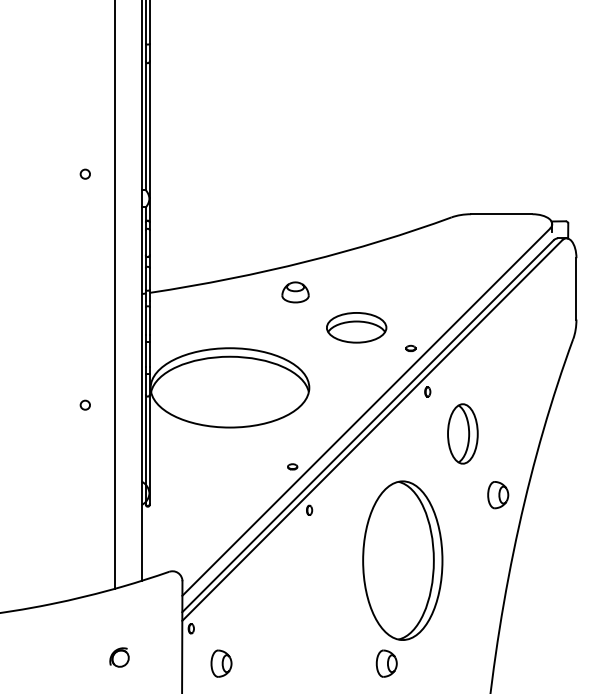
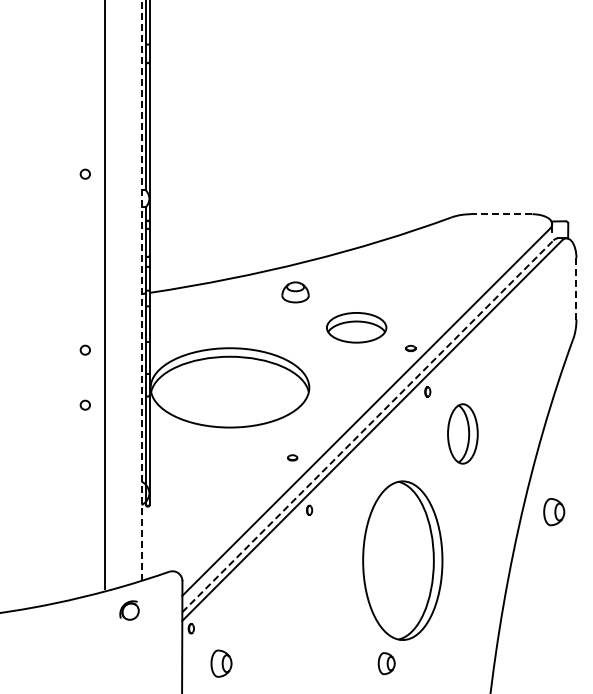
line at (501, 214): solid -> dashed
line at (576, 288): solid -> dashed
line at (141, 290): solid -> dashed
line at (115, 295) position: (115, 295) -> (105, 295)
part at (84, 349): none -> present
line at (367, 426): solid -> dashed
part at (292, 466) position: (292, 466) -> (292, 457)
part at (498, 495) position: (498, 495) -> (554, 512)
part at (119, 657) position: (119, 657) -> (129, 610)
part at (386, 663) size: 23x29 px -> 19x24 px
